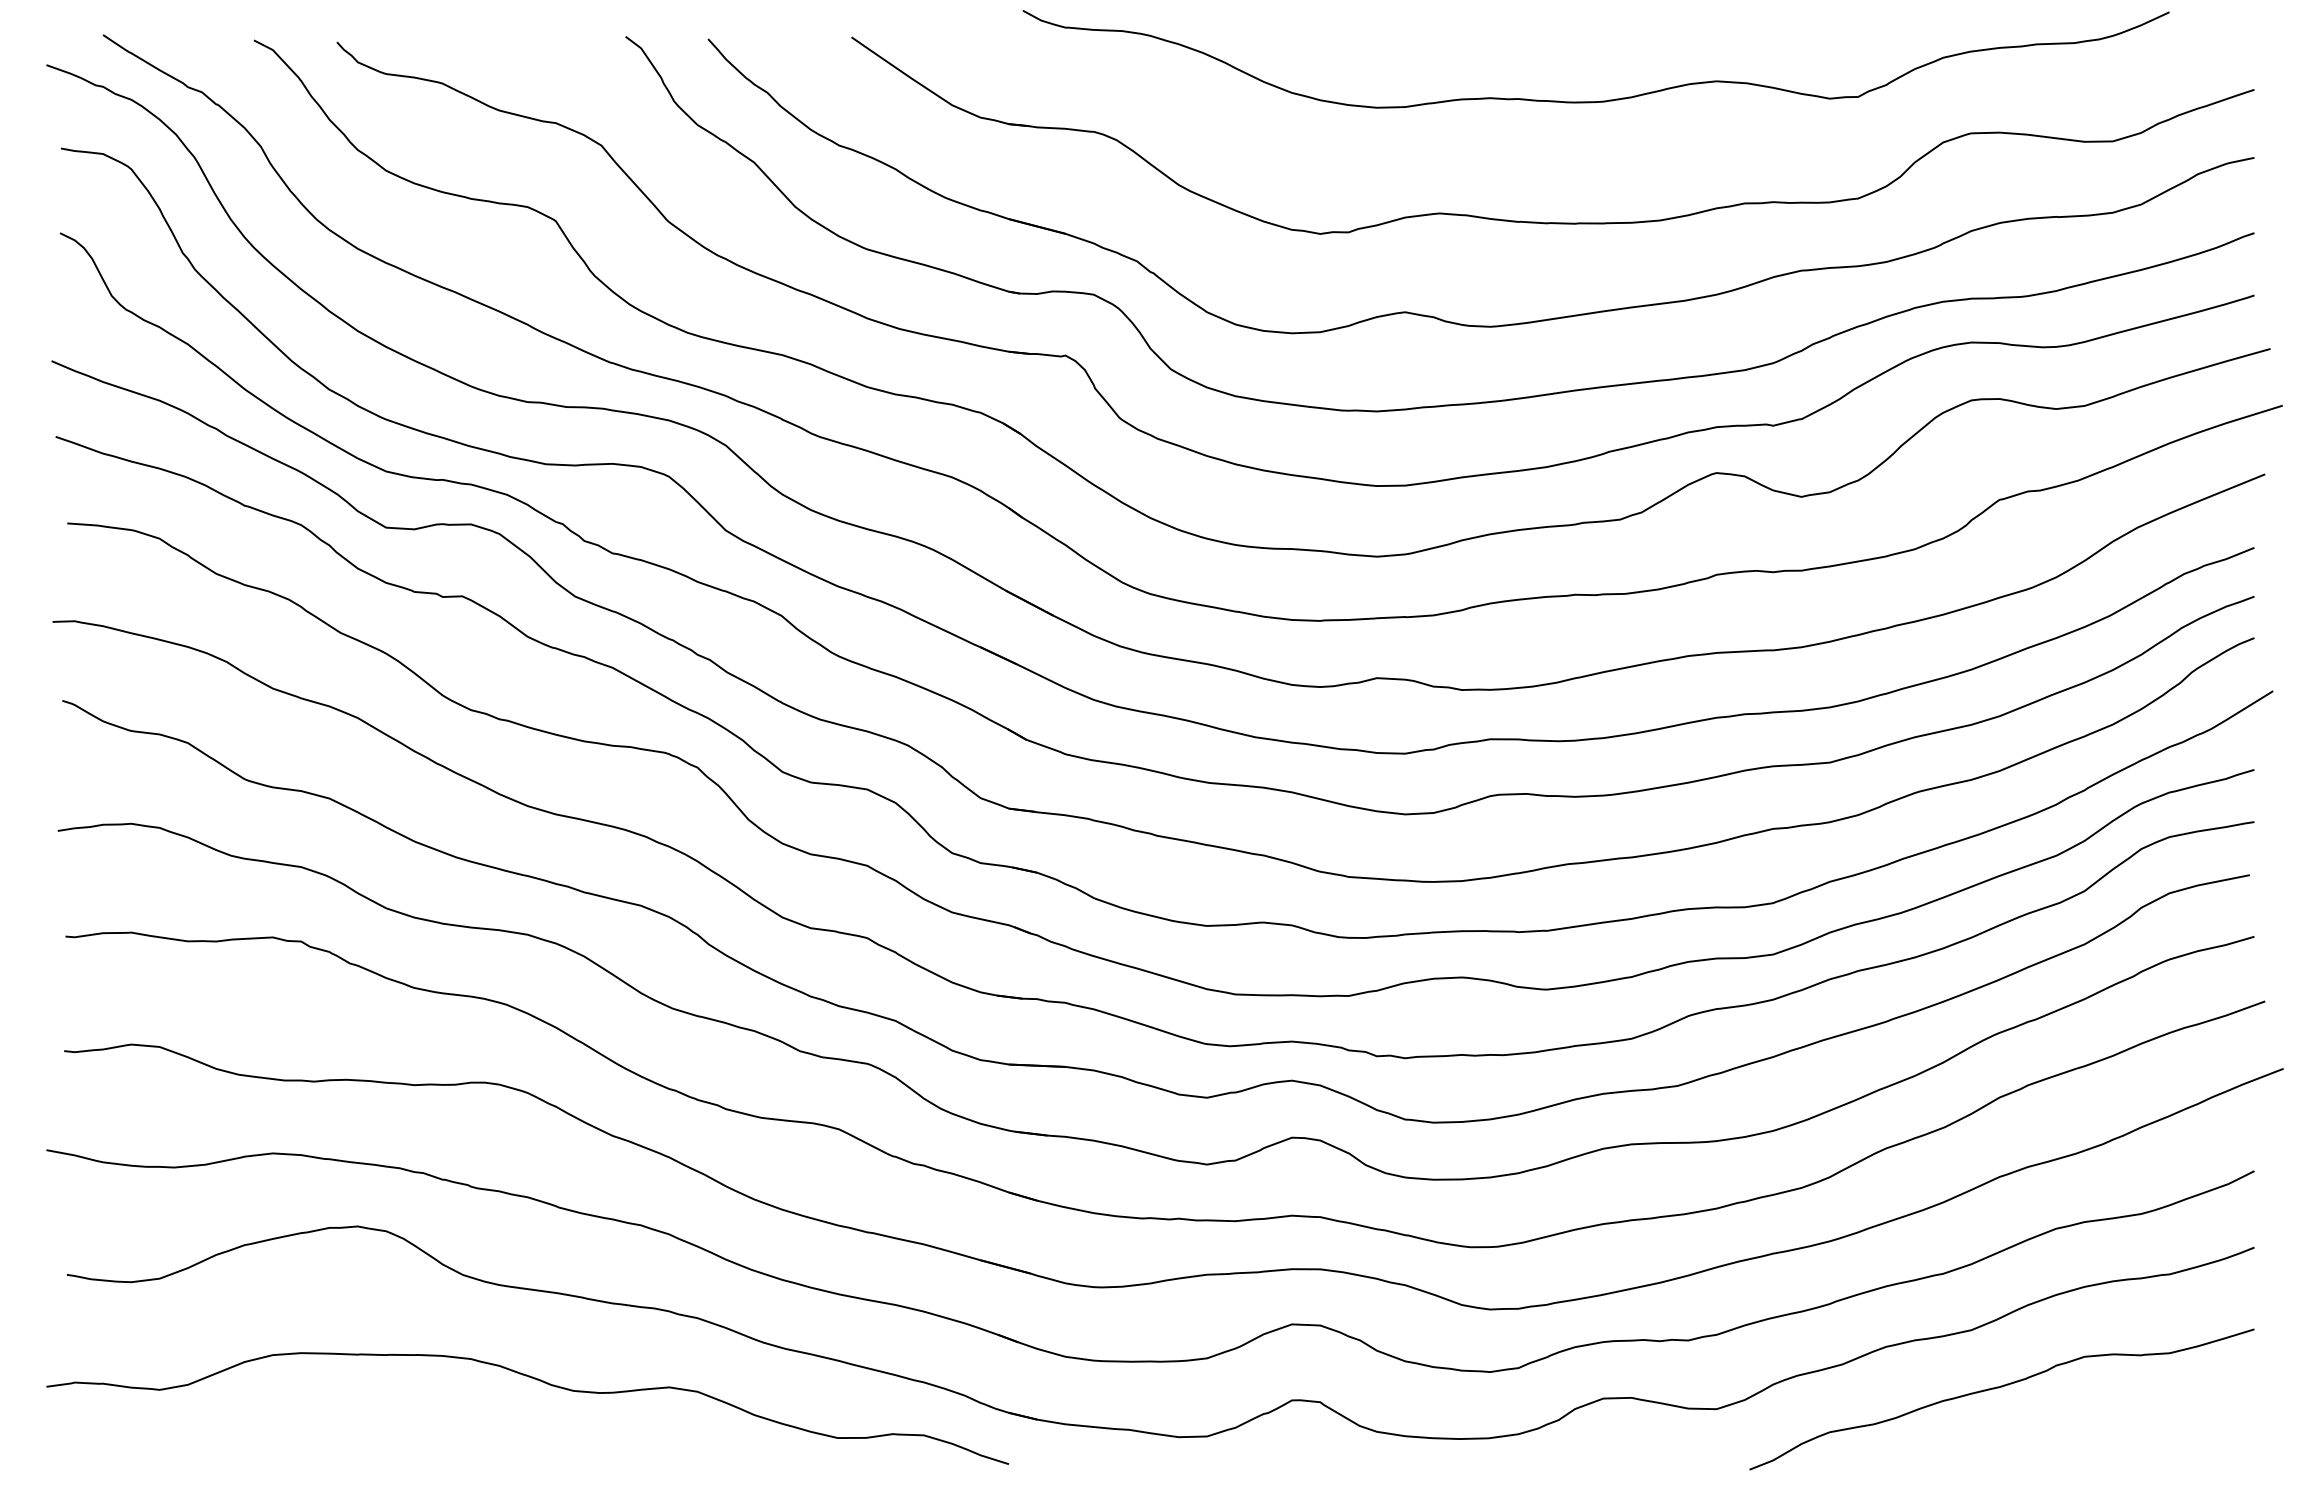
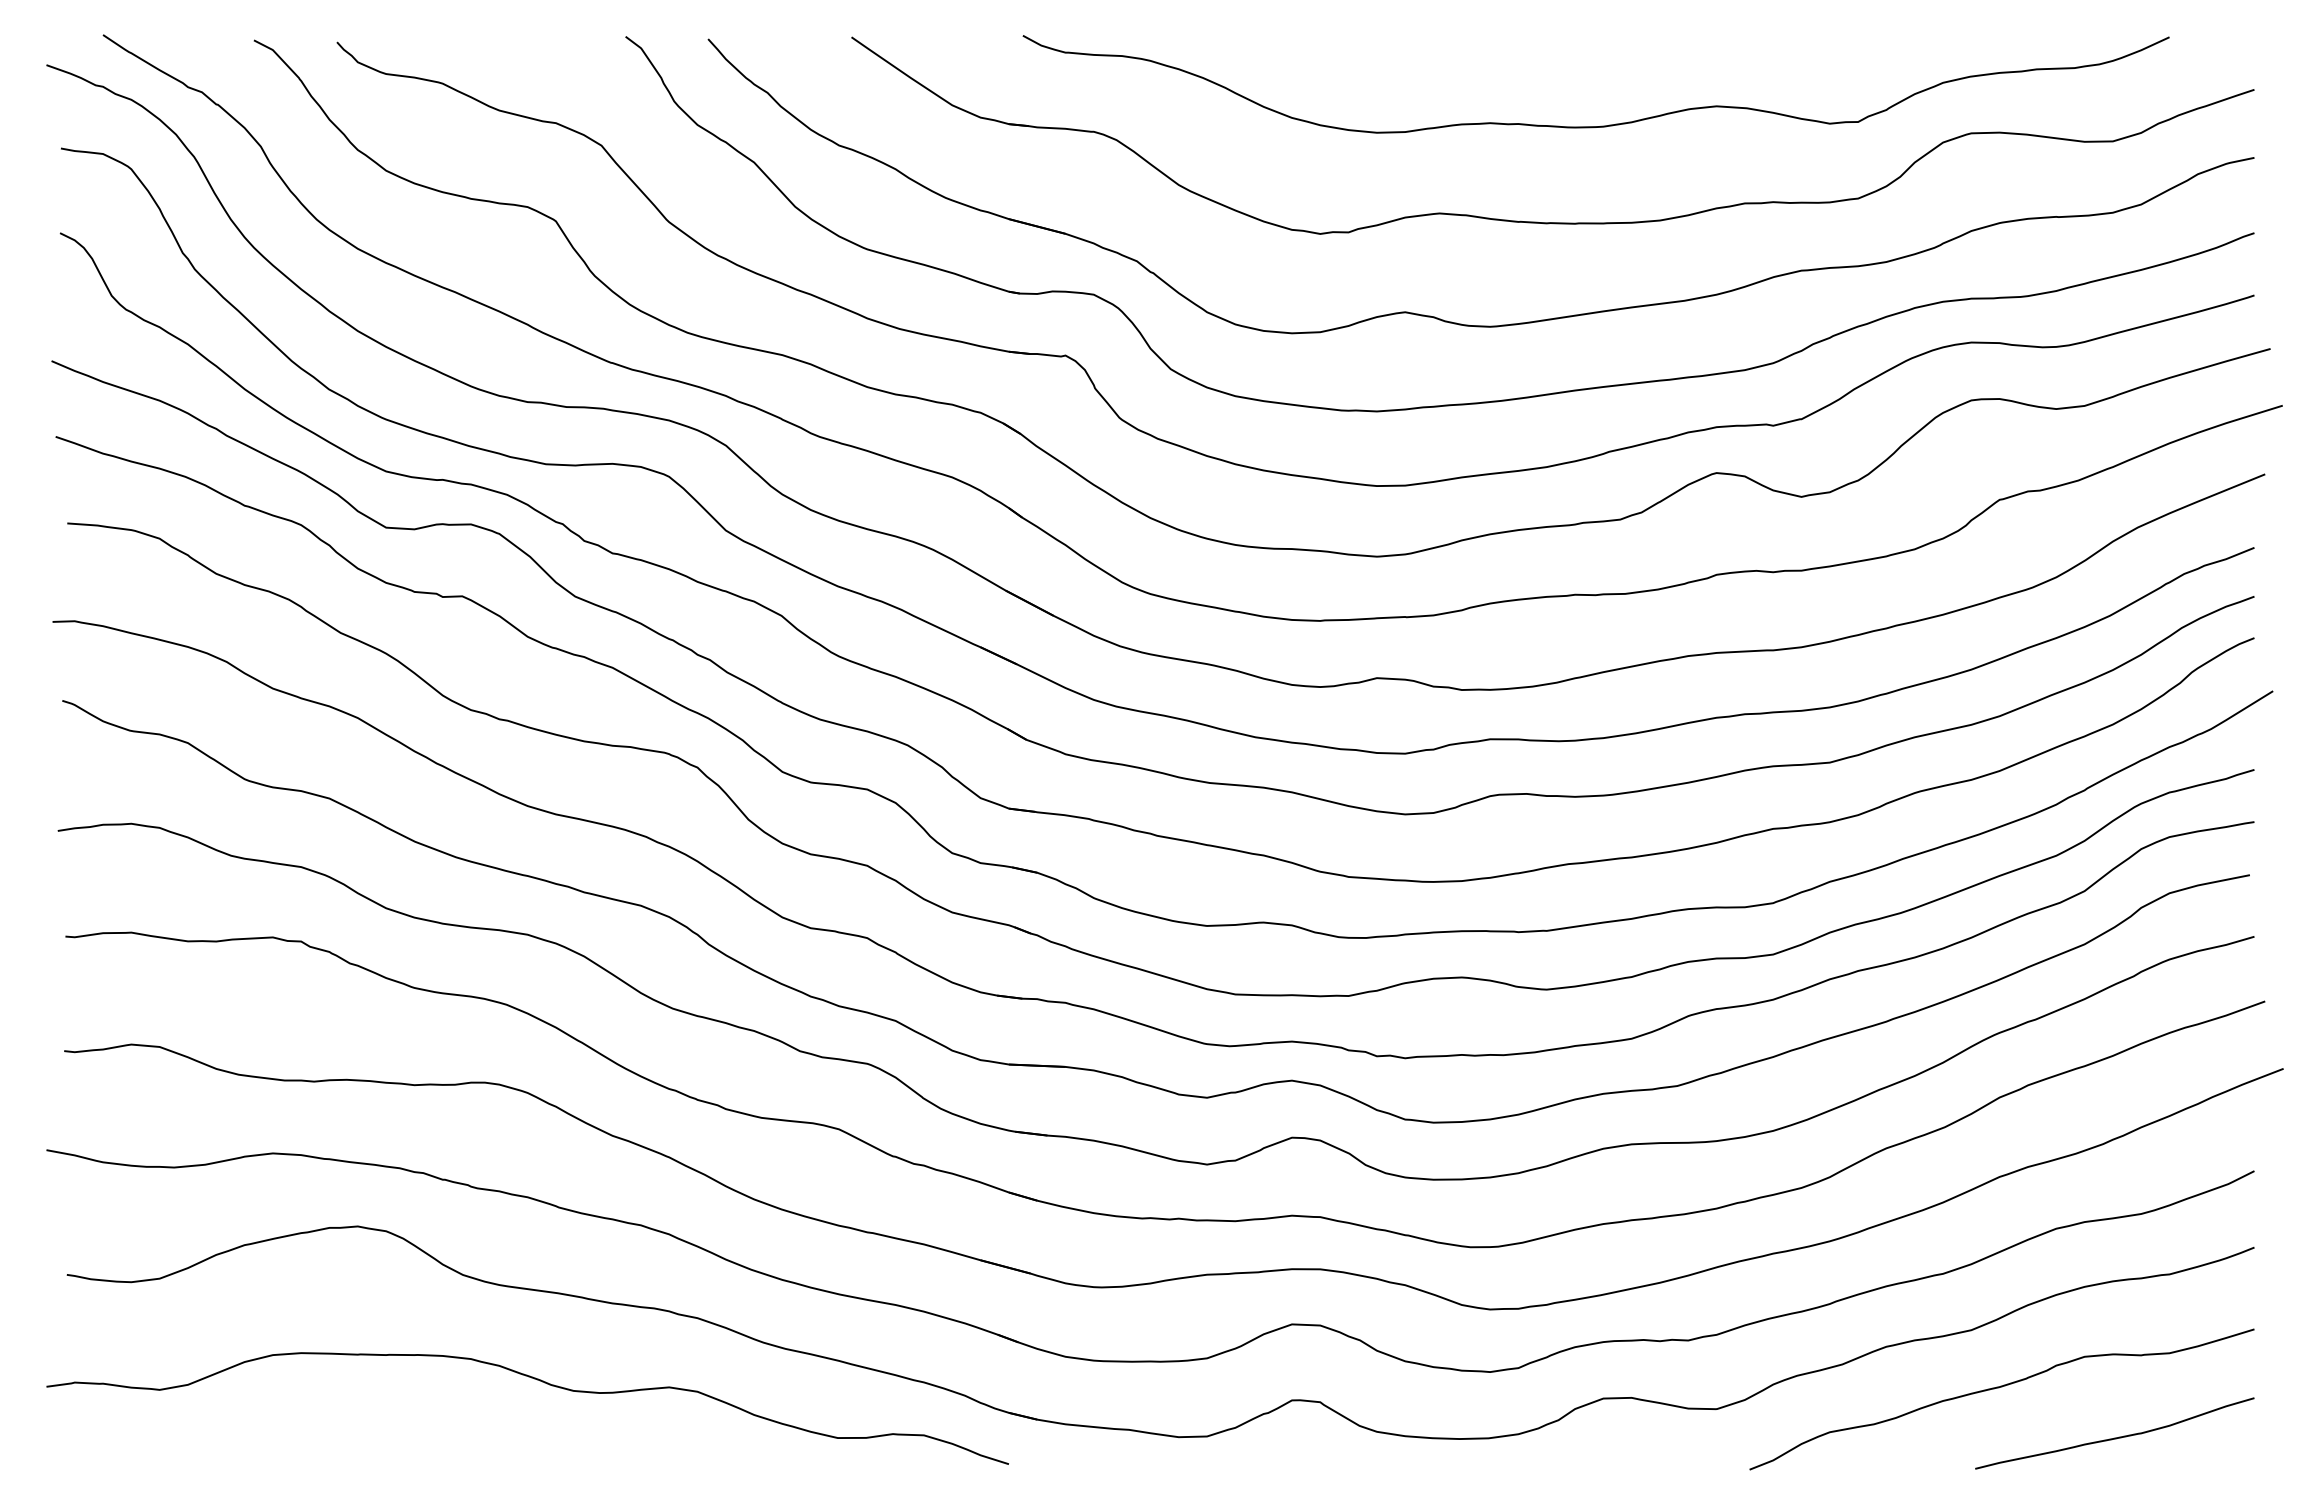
curve at (1601, 100) position: (1601, 100) -> (1601, 125)
curve at (2114, 1437): none -> present
